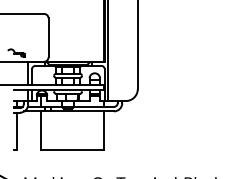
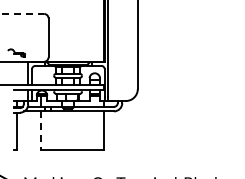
line at (22, 13): solid -> dashed
line at (40, 130): solid -> dashed
